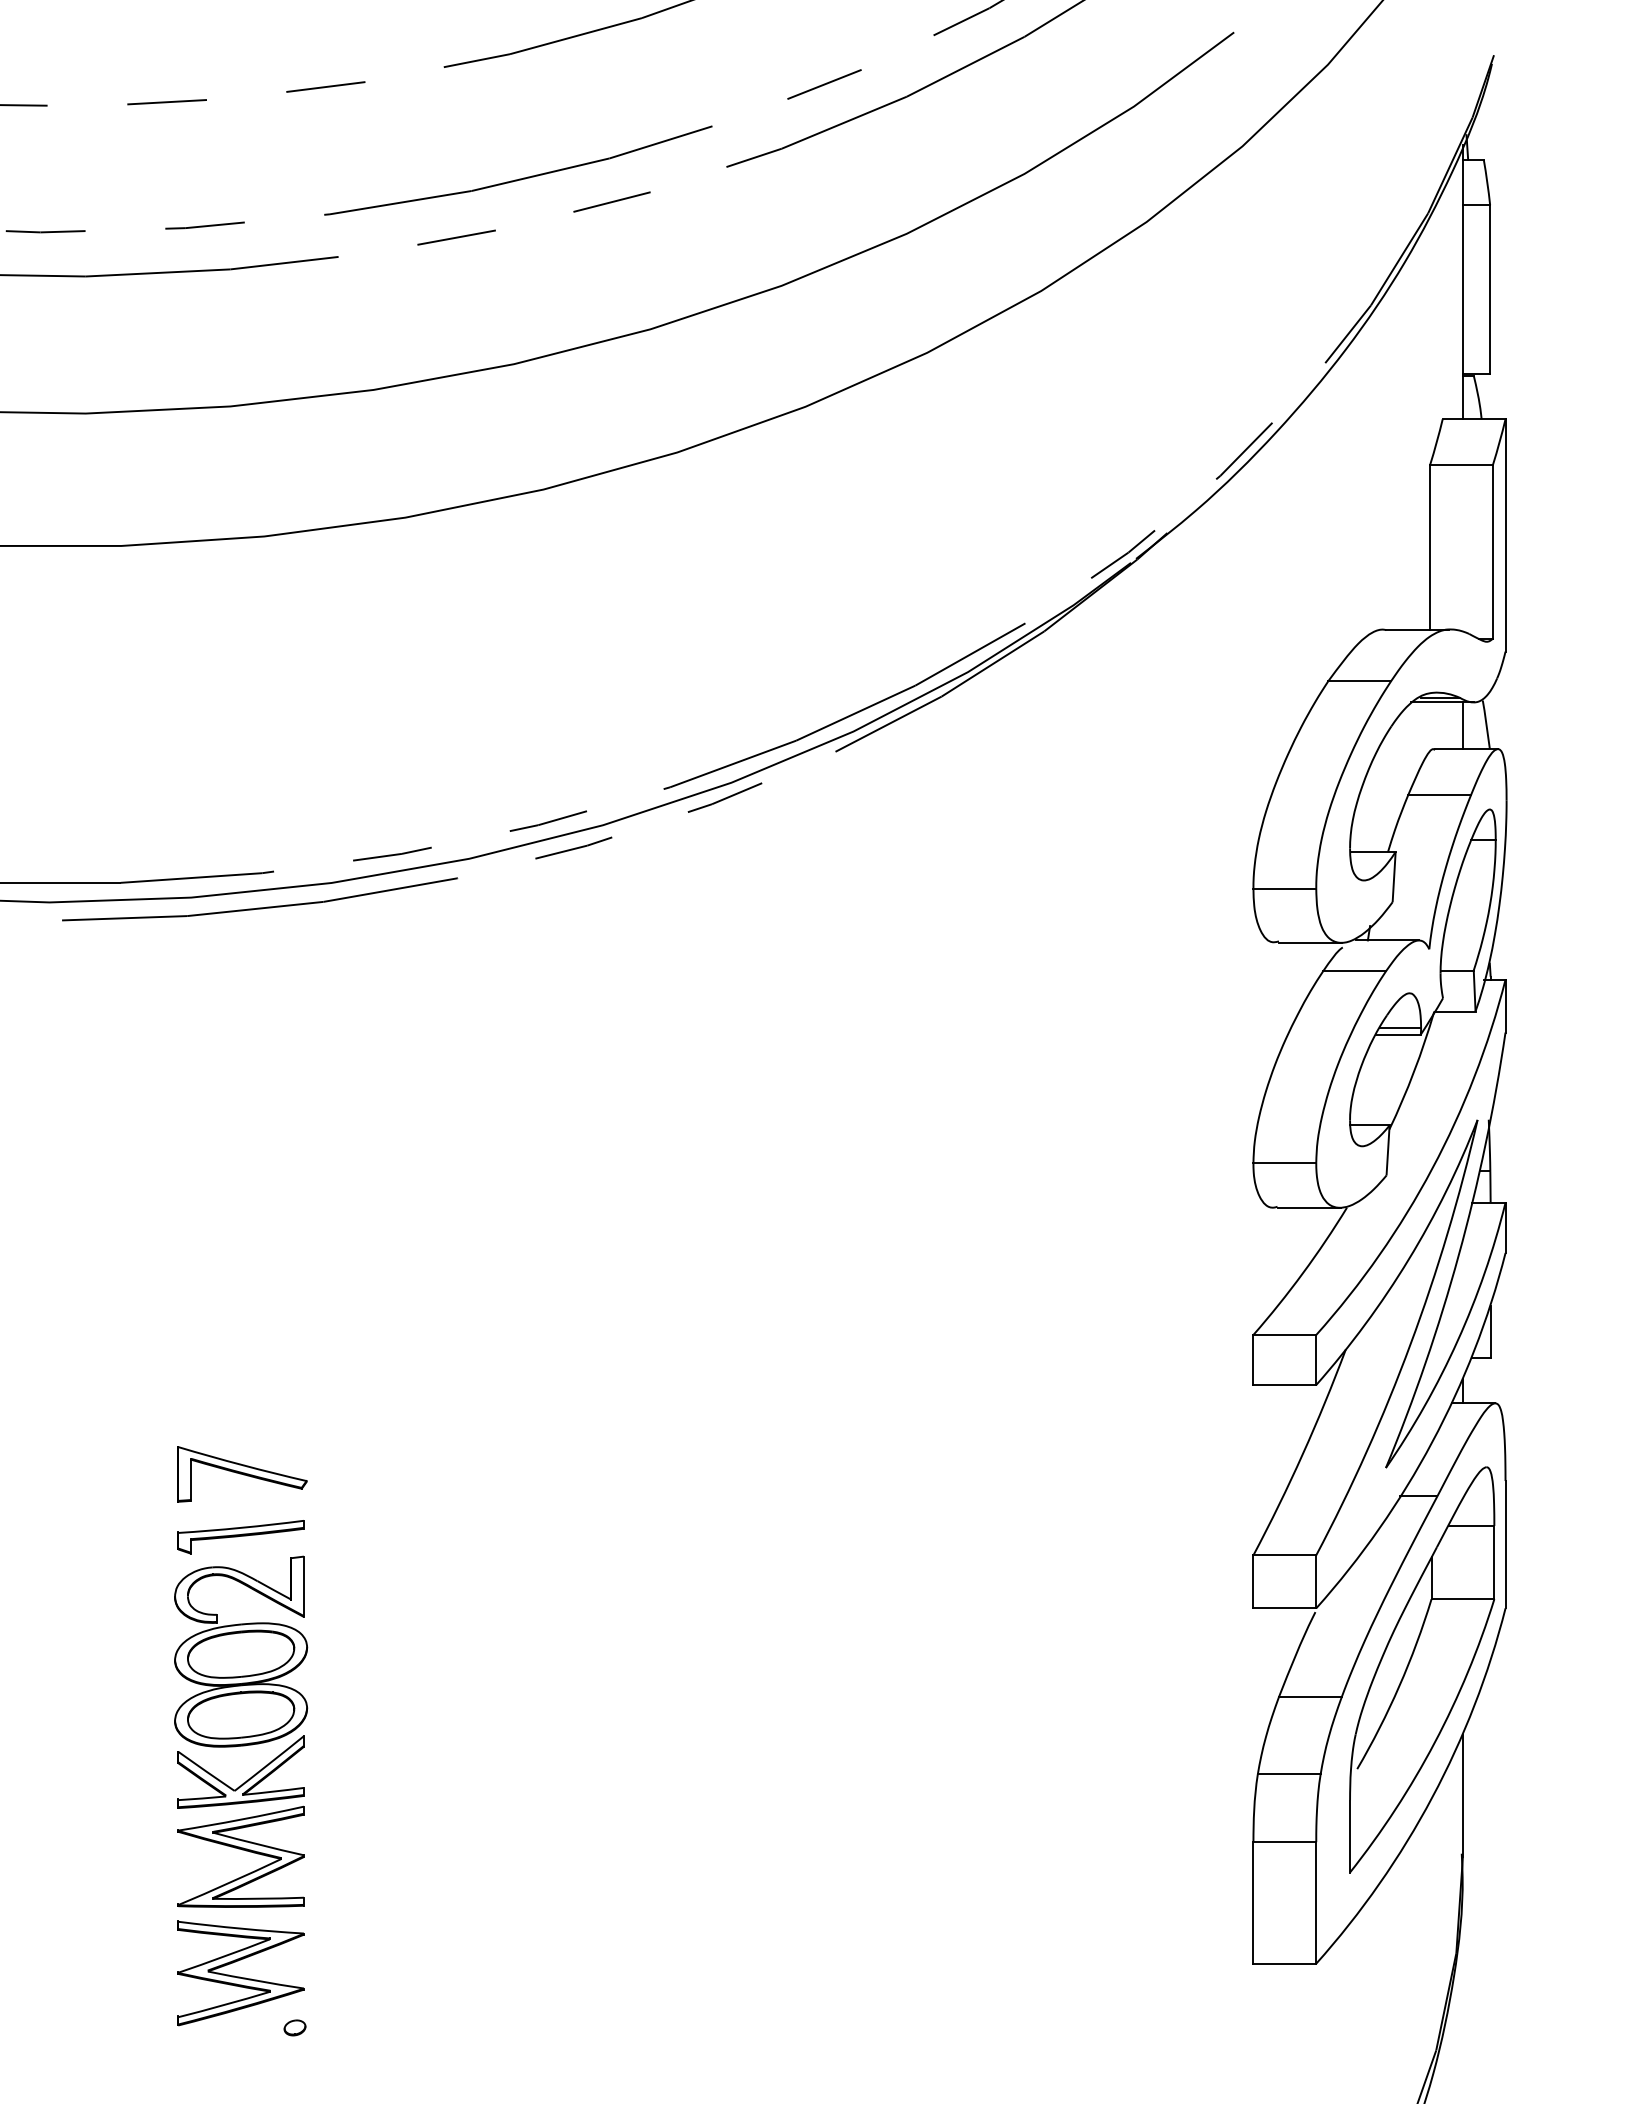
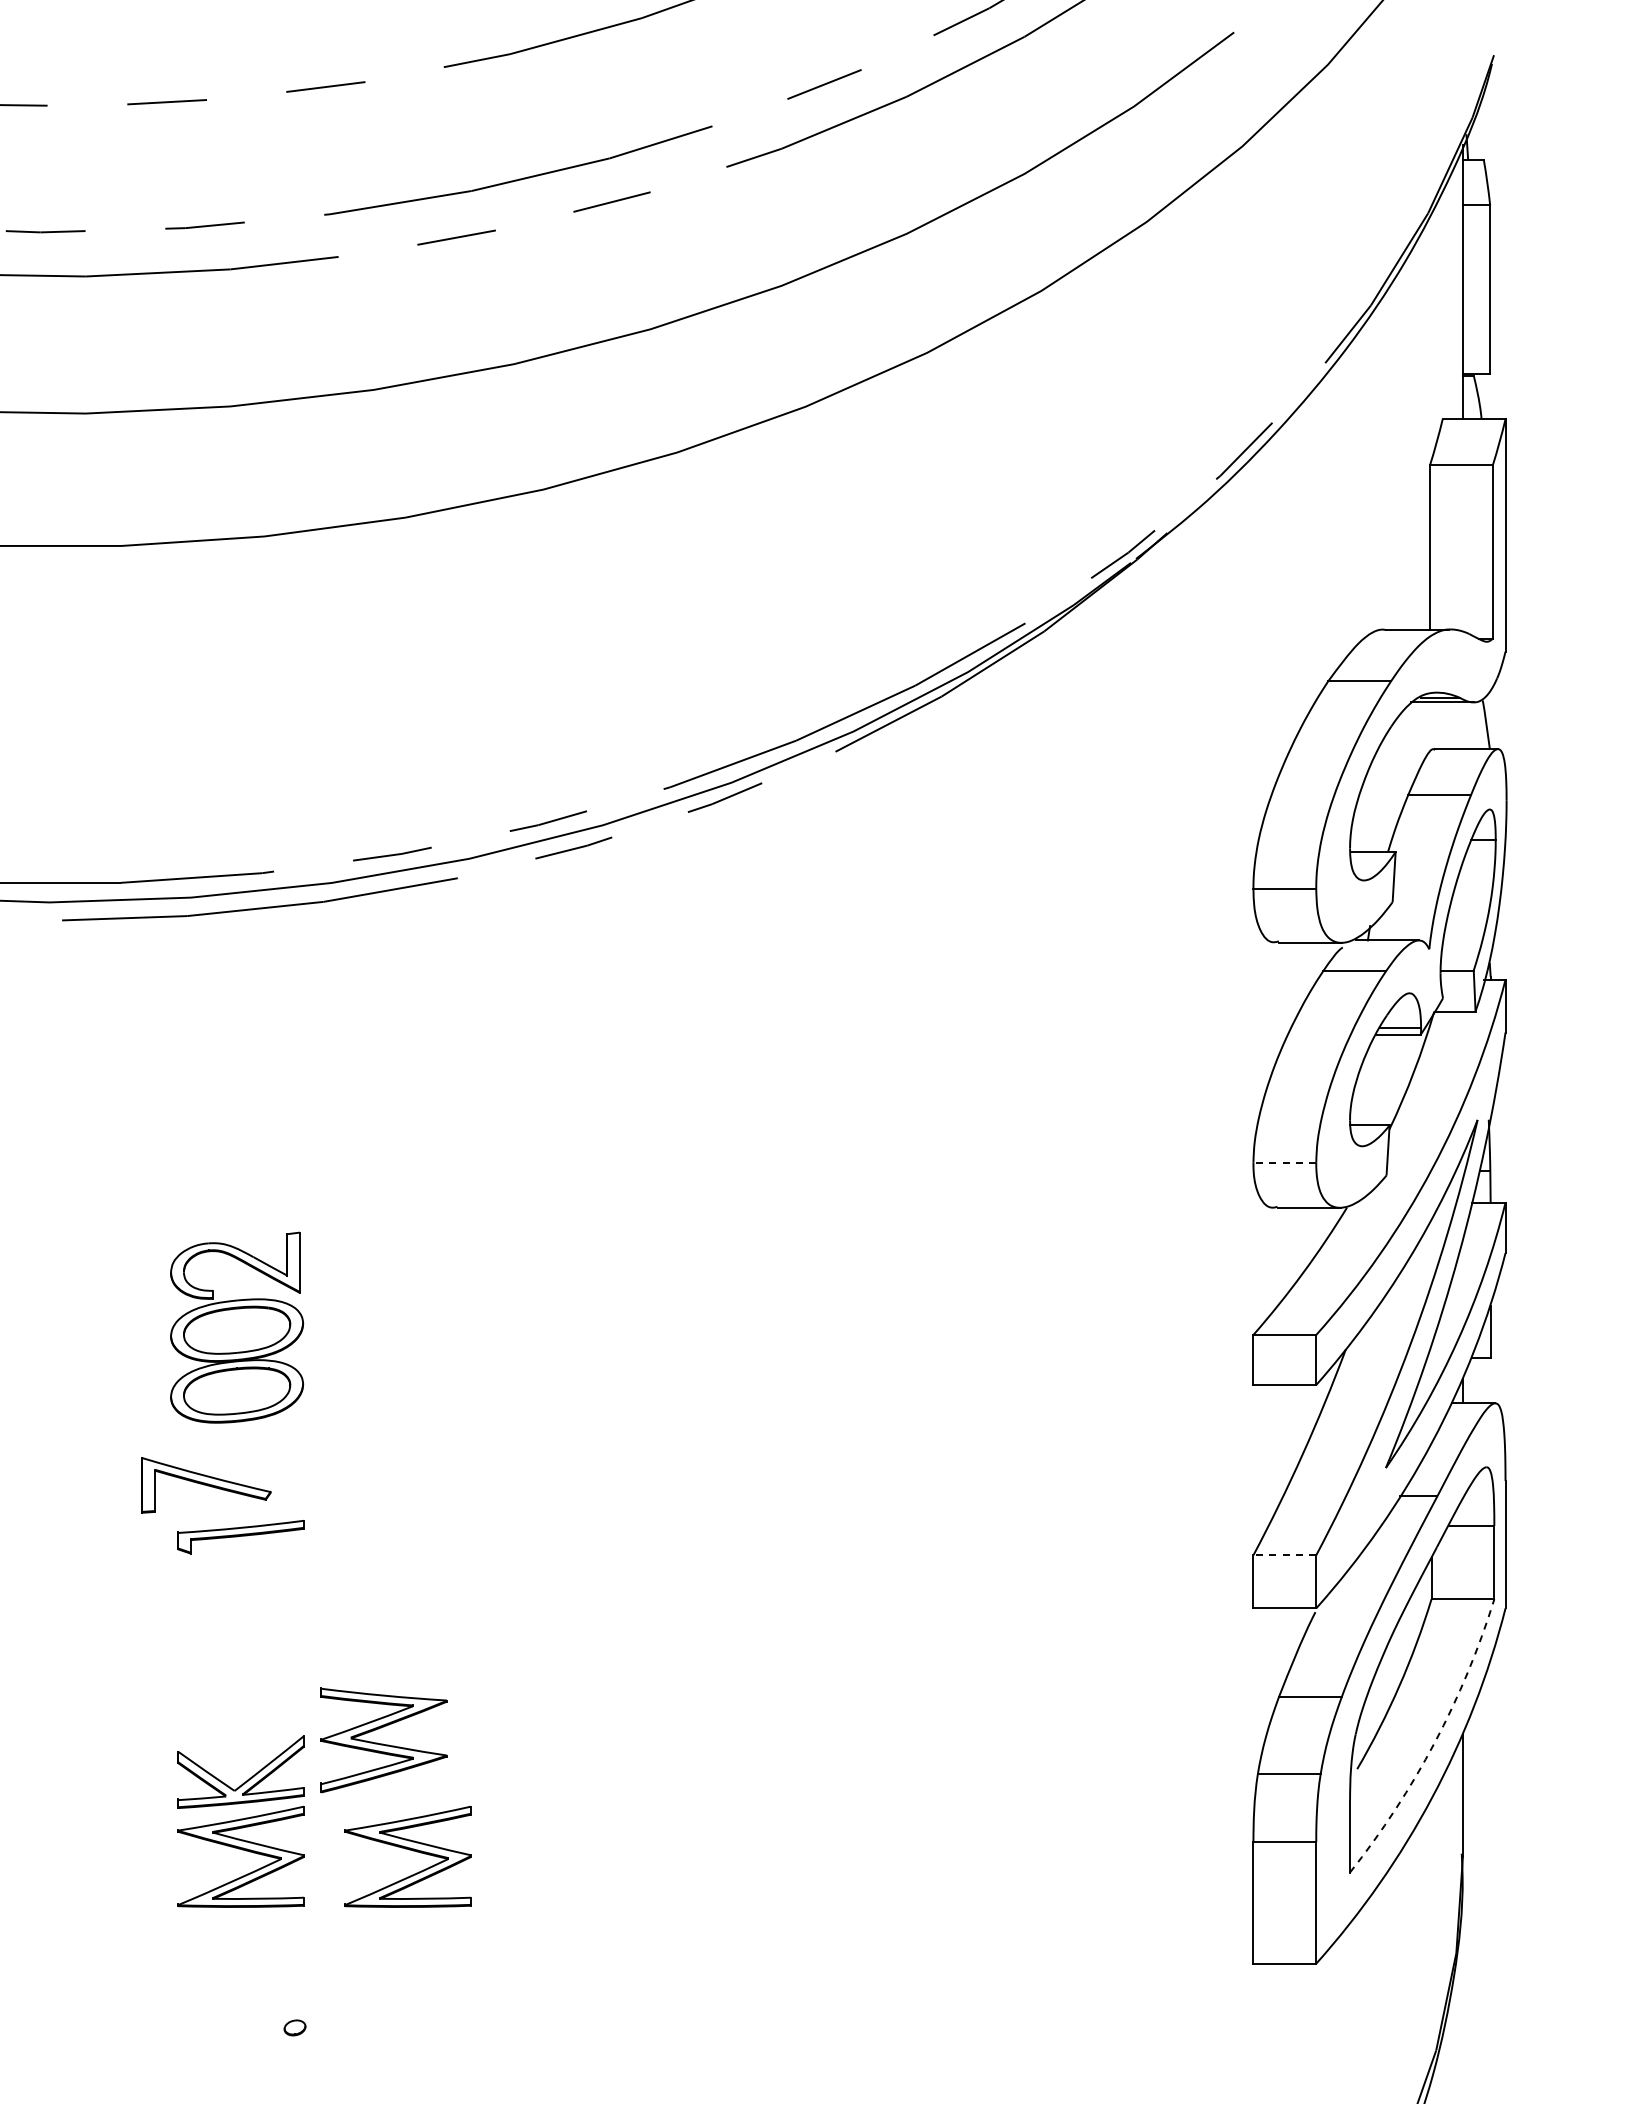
line at (1462, 725): present -> none
line at (1284, 1162): solid -> dashed
part at (242, 1474) position: (242, 1474) -> (206, 1485)
line at (1284, 1555): solid -> dashed
part at (241, 1651) position: (241, 1651) -> (237, 1327)
arc at (1434, 1742): solid -> dashed
part at (409, 1850): none -> present
part at (240, 1973) position: (240, 1973) -> (383, 1740)
